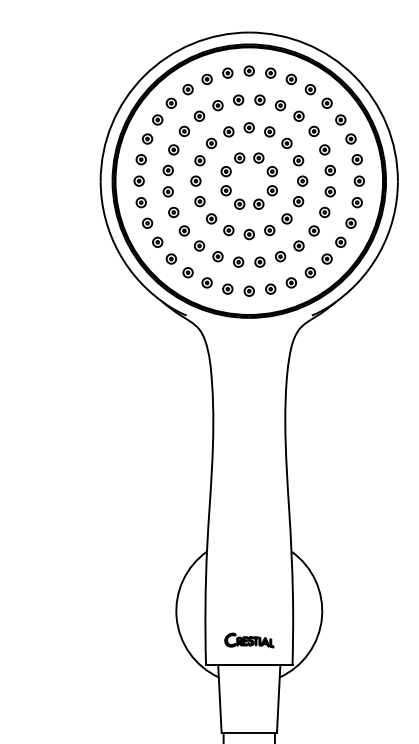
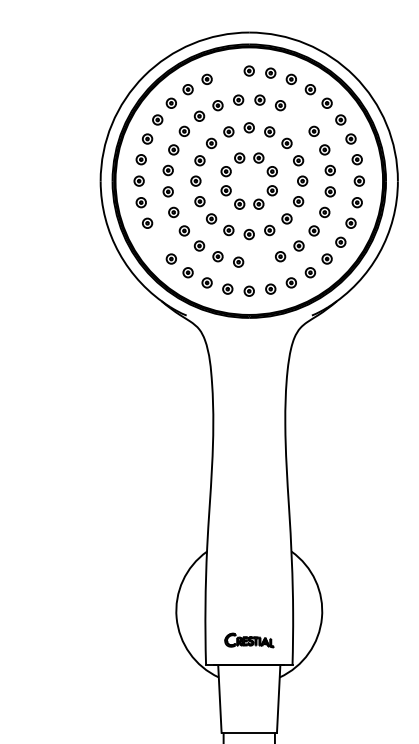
part at (227, 72): present -> none
part at (298, 115): present -> none
part at (157, 241): present -> none
part at (259, 261): present -> none
